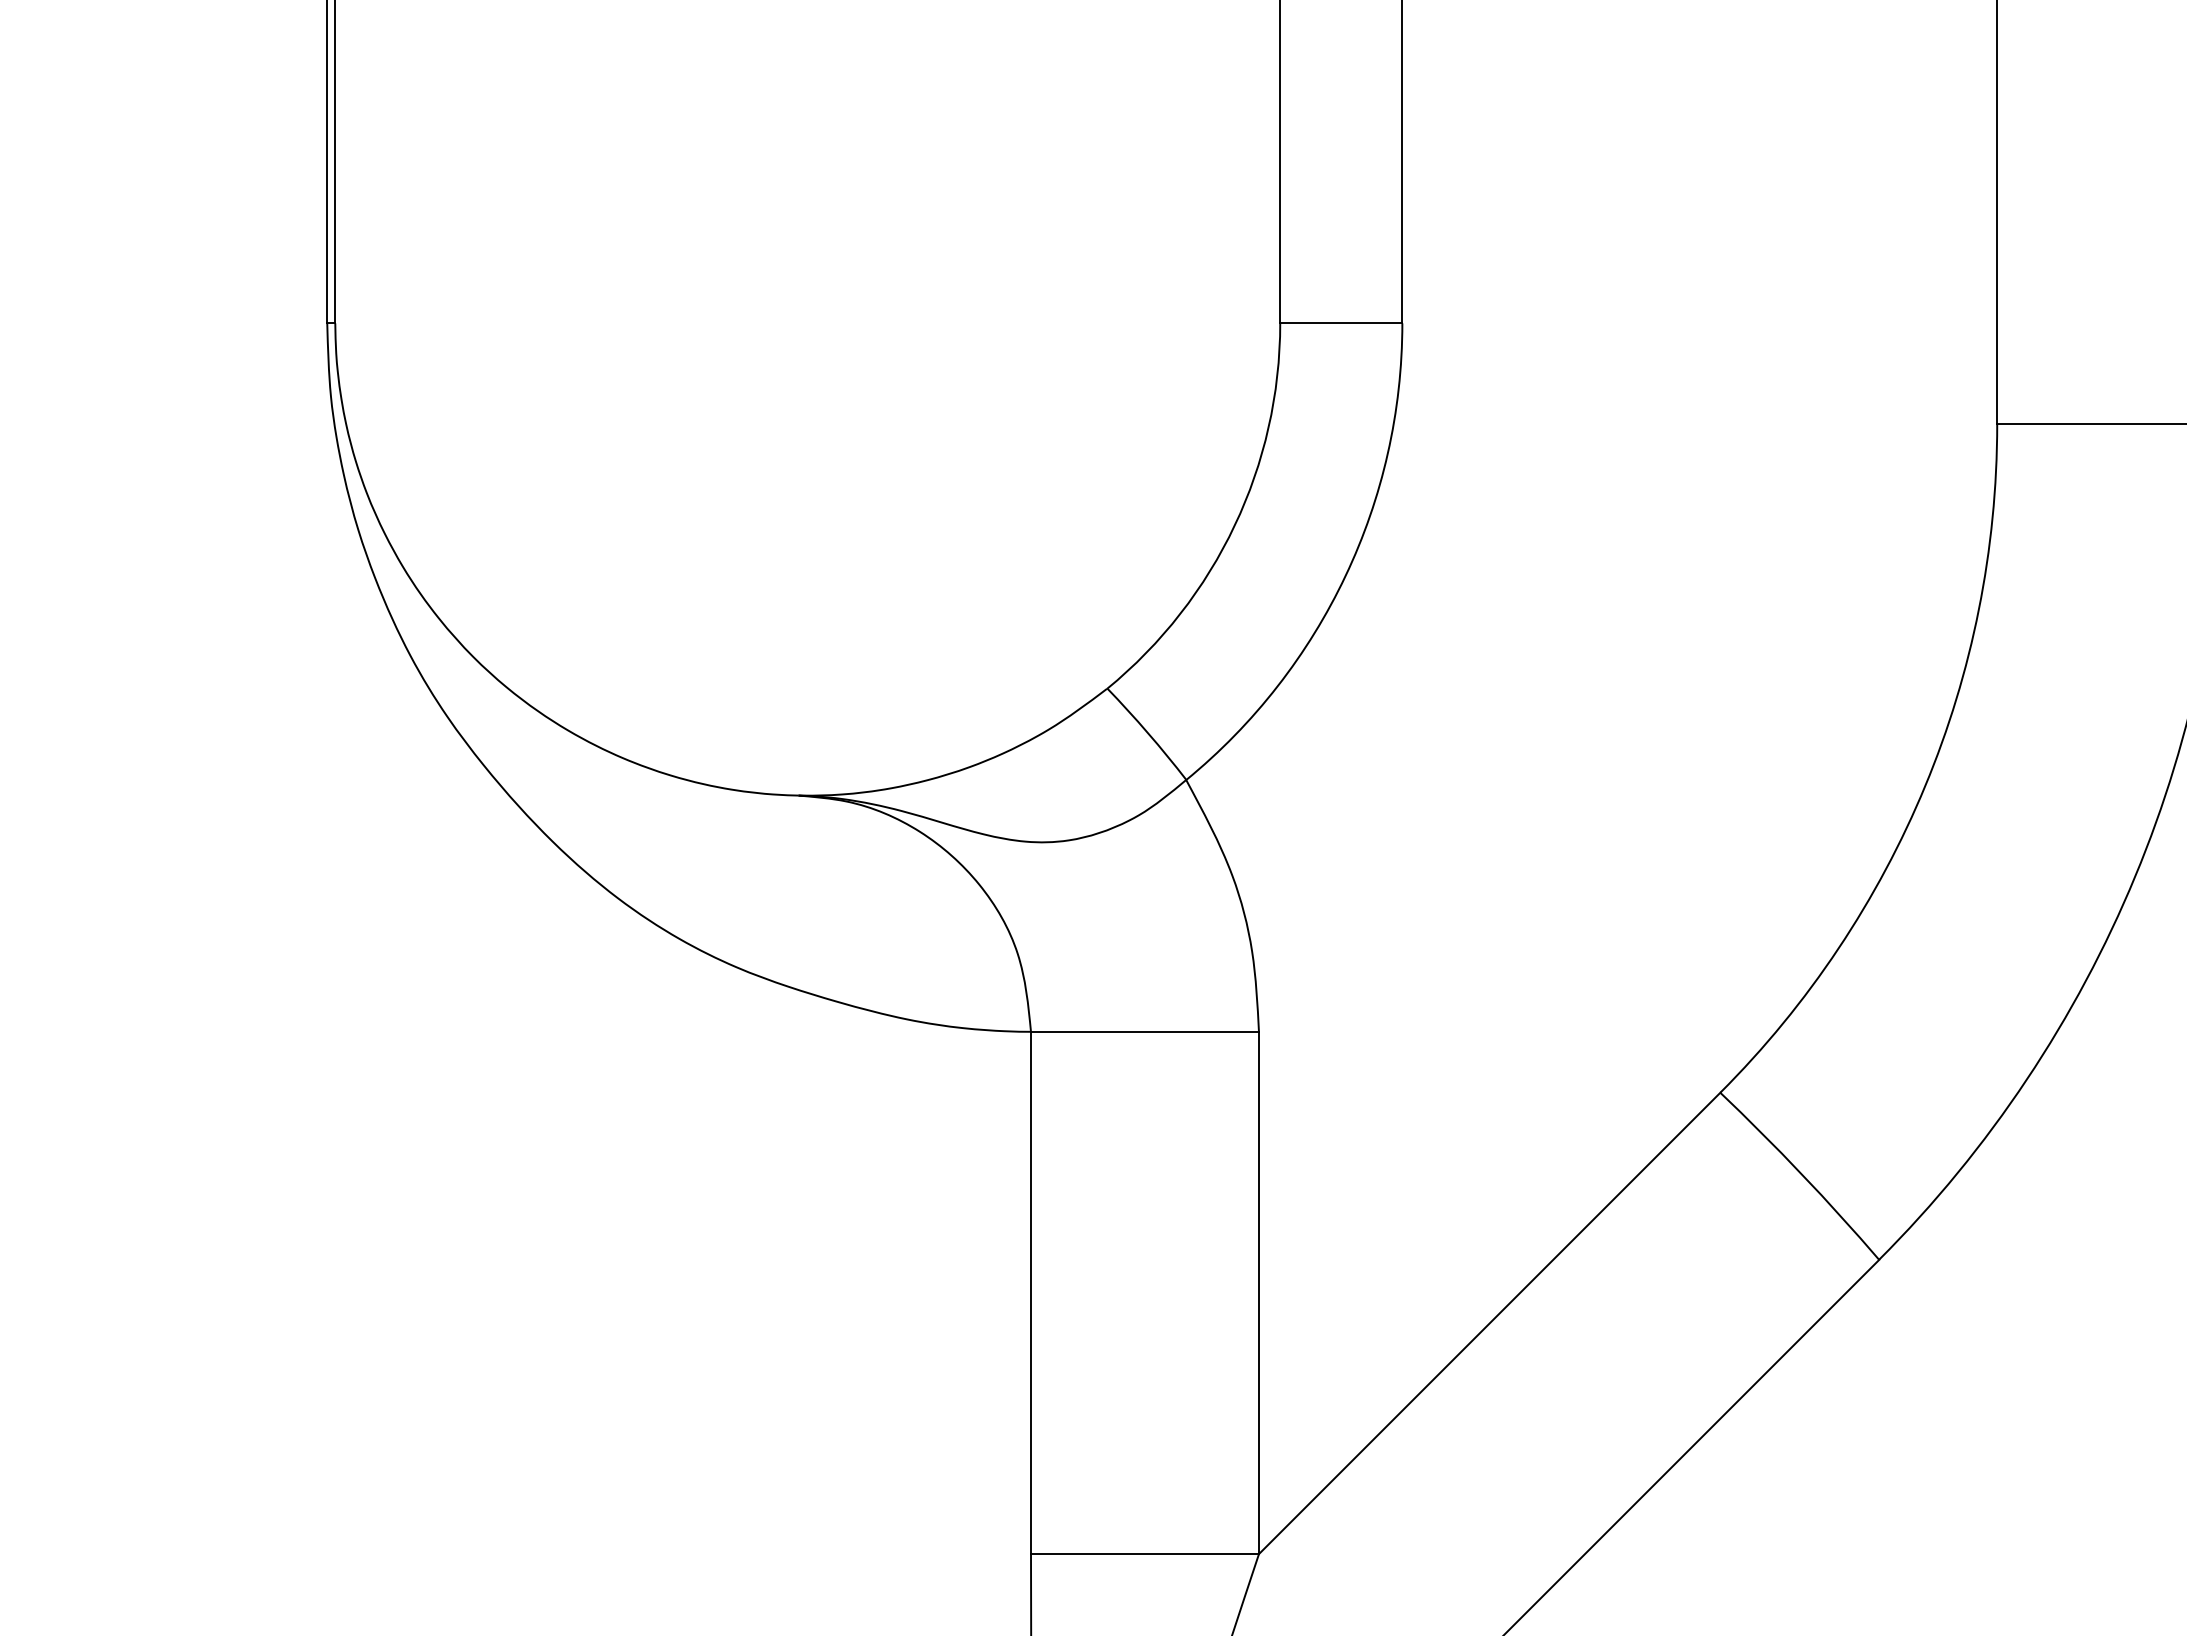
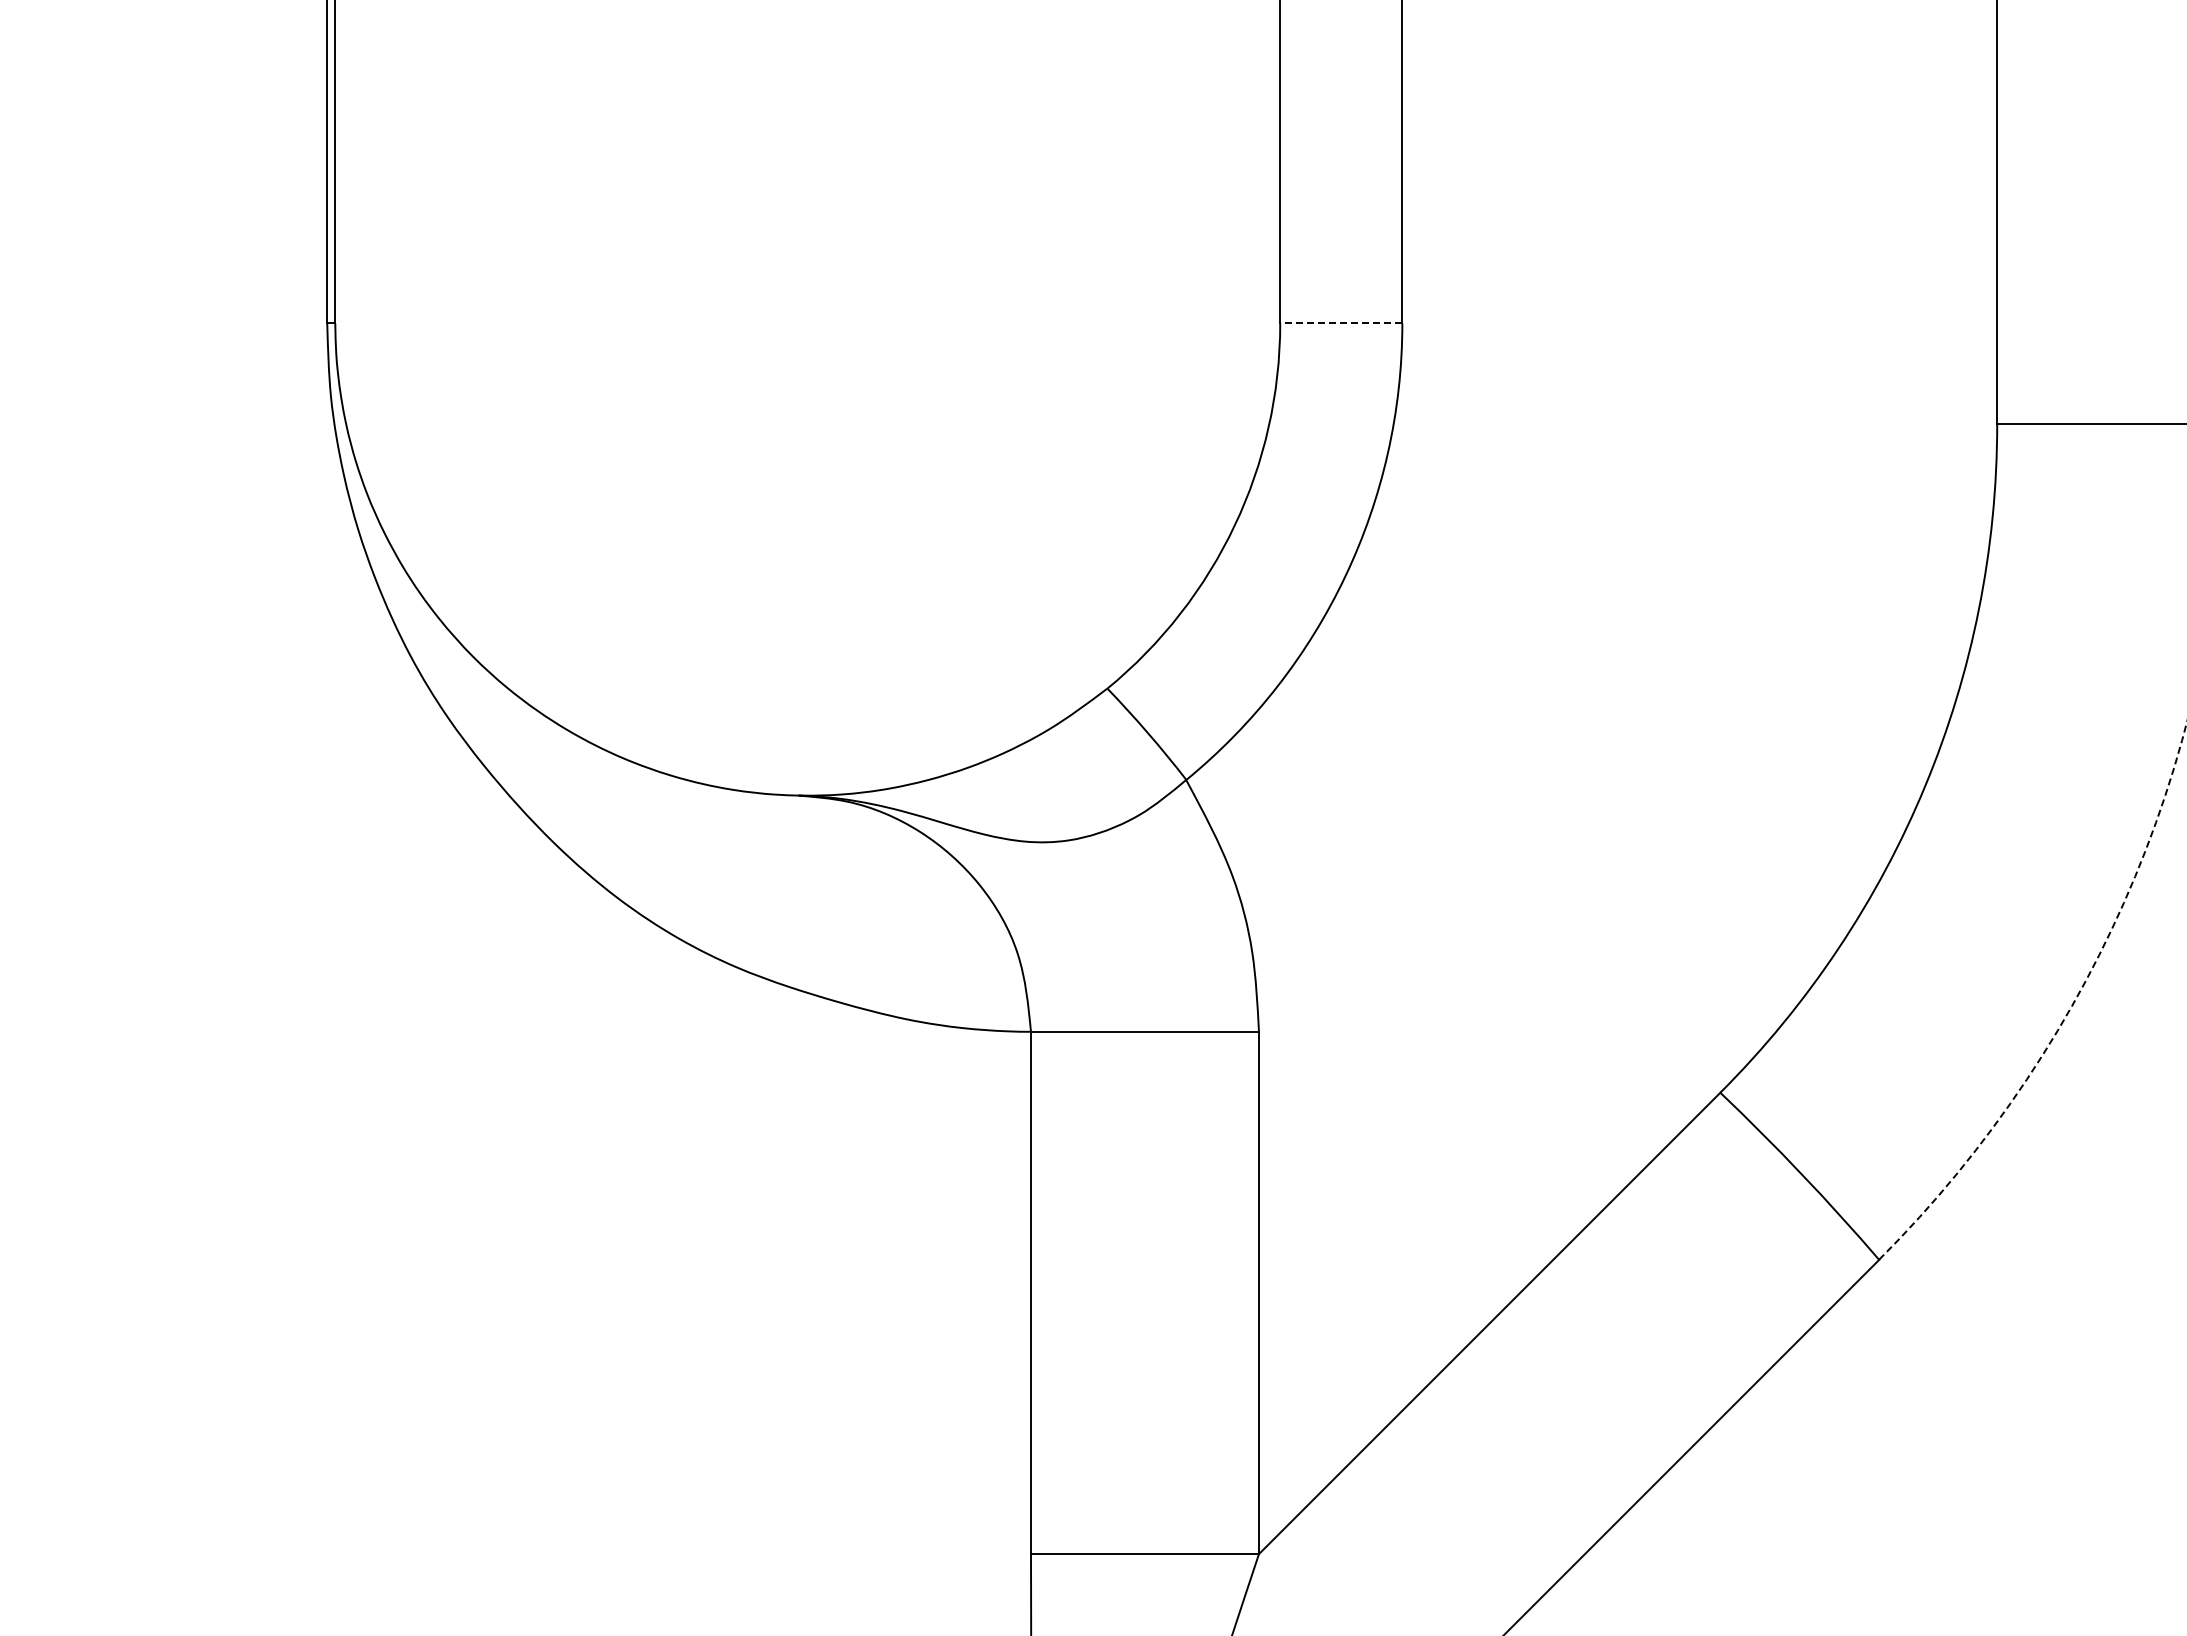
line at (1340, 323): solid -> dashed
arc at (2068, 1012): solid -> dashed
